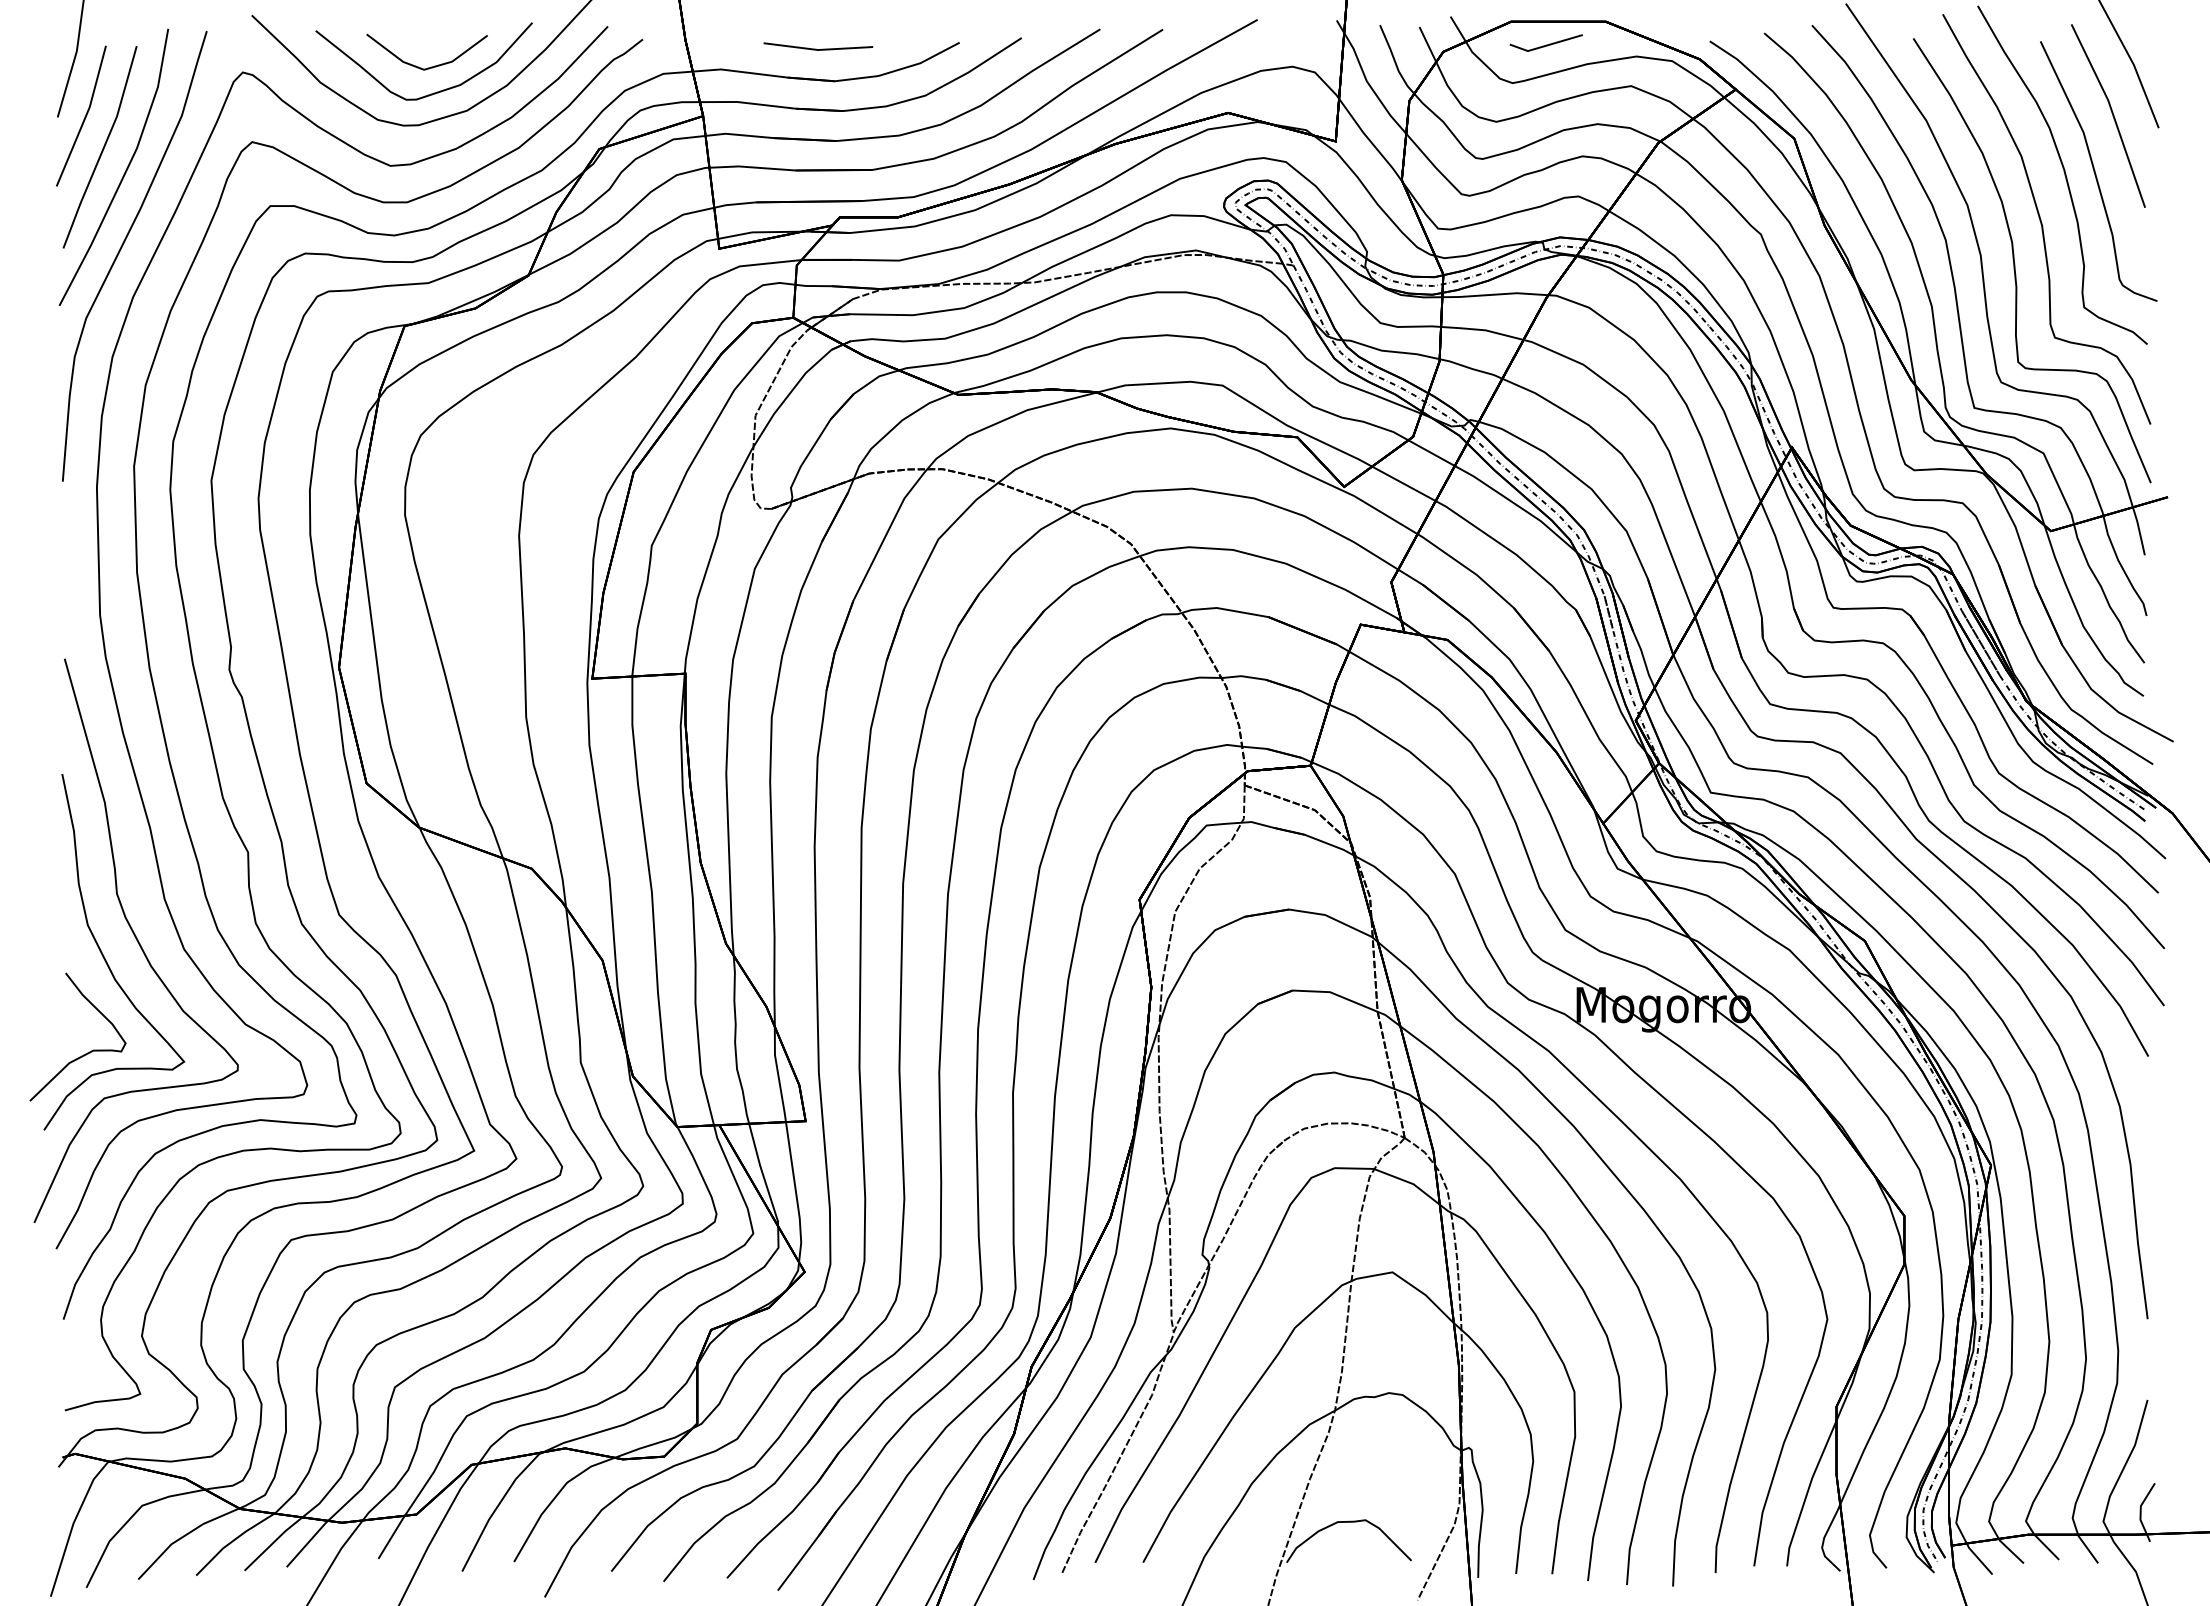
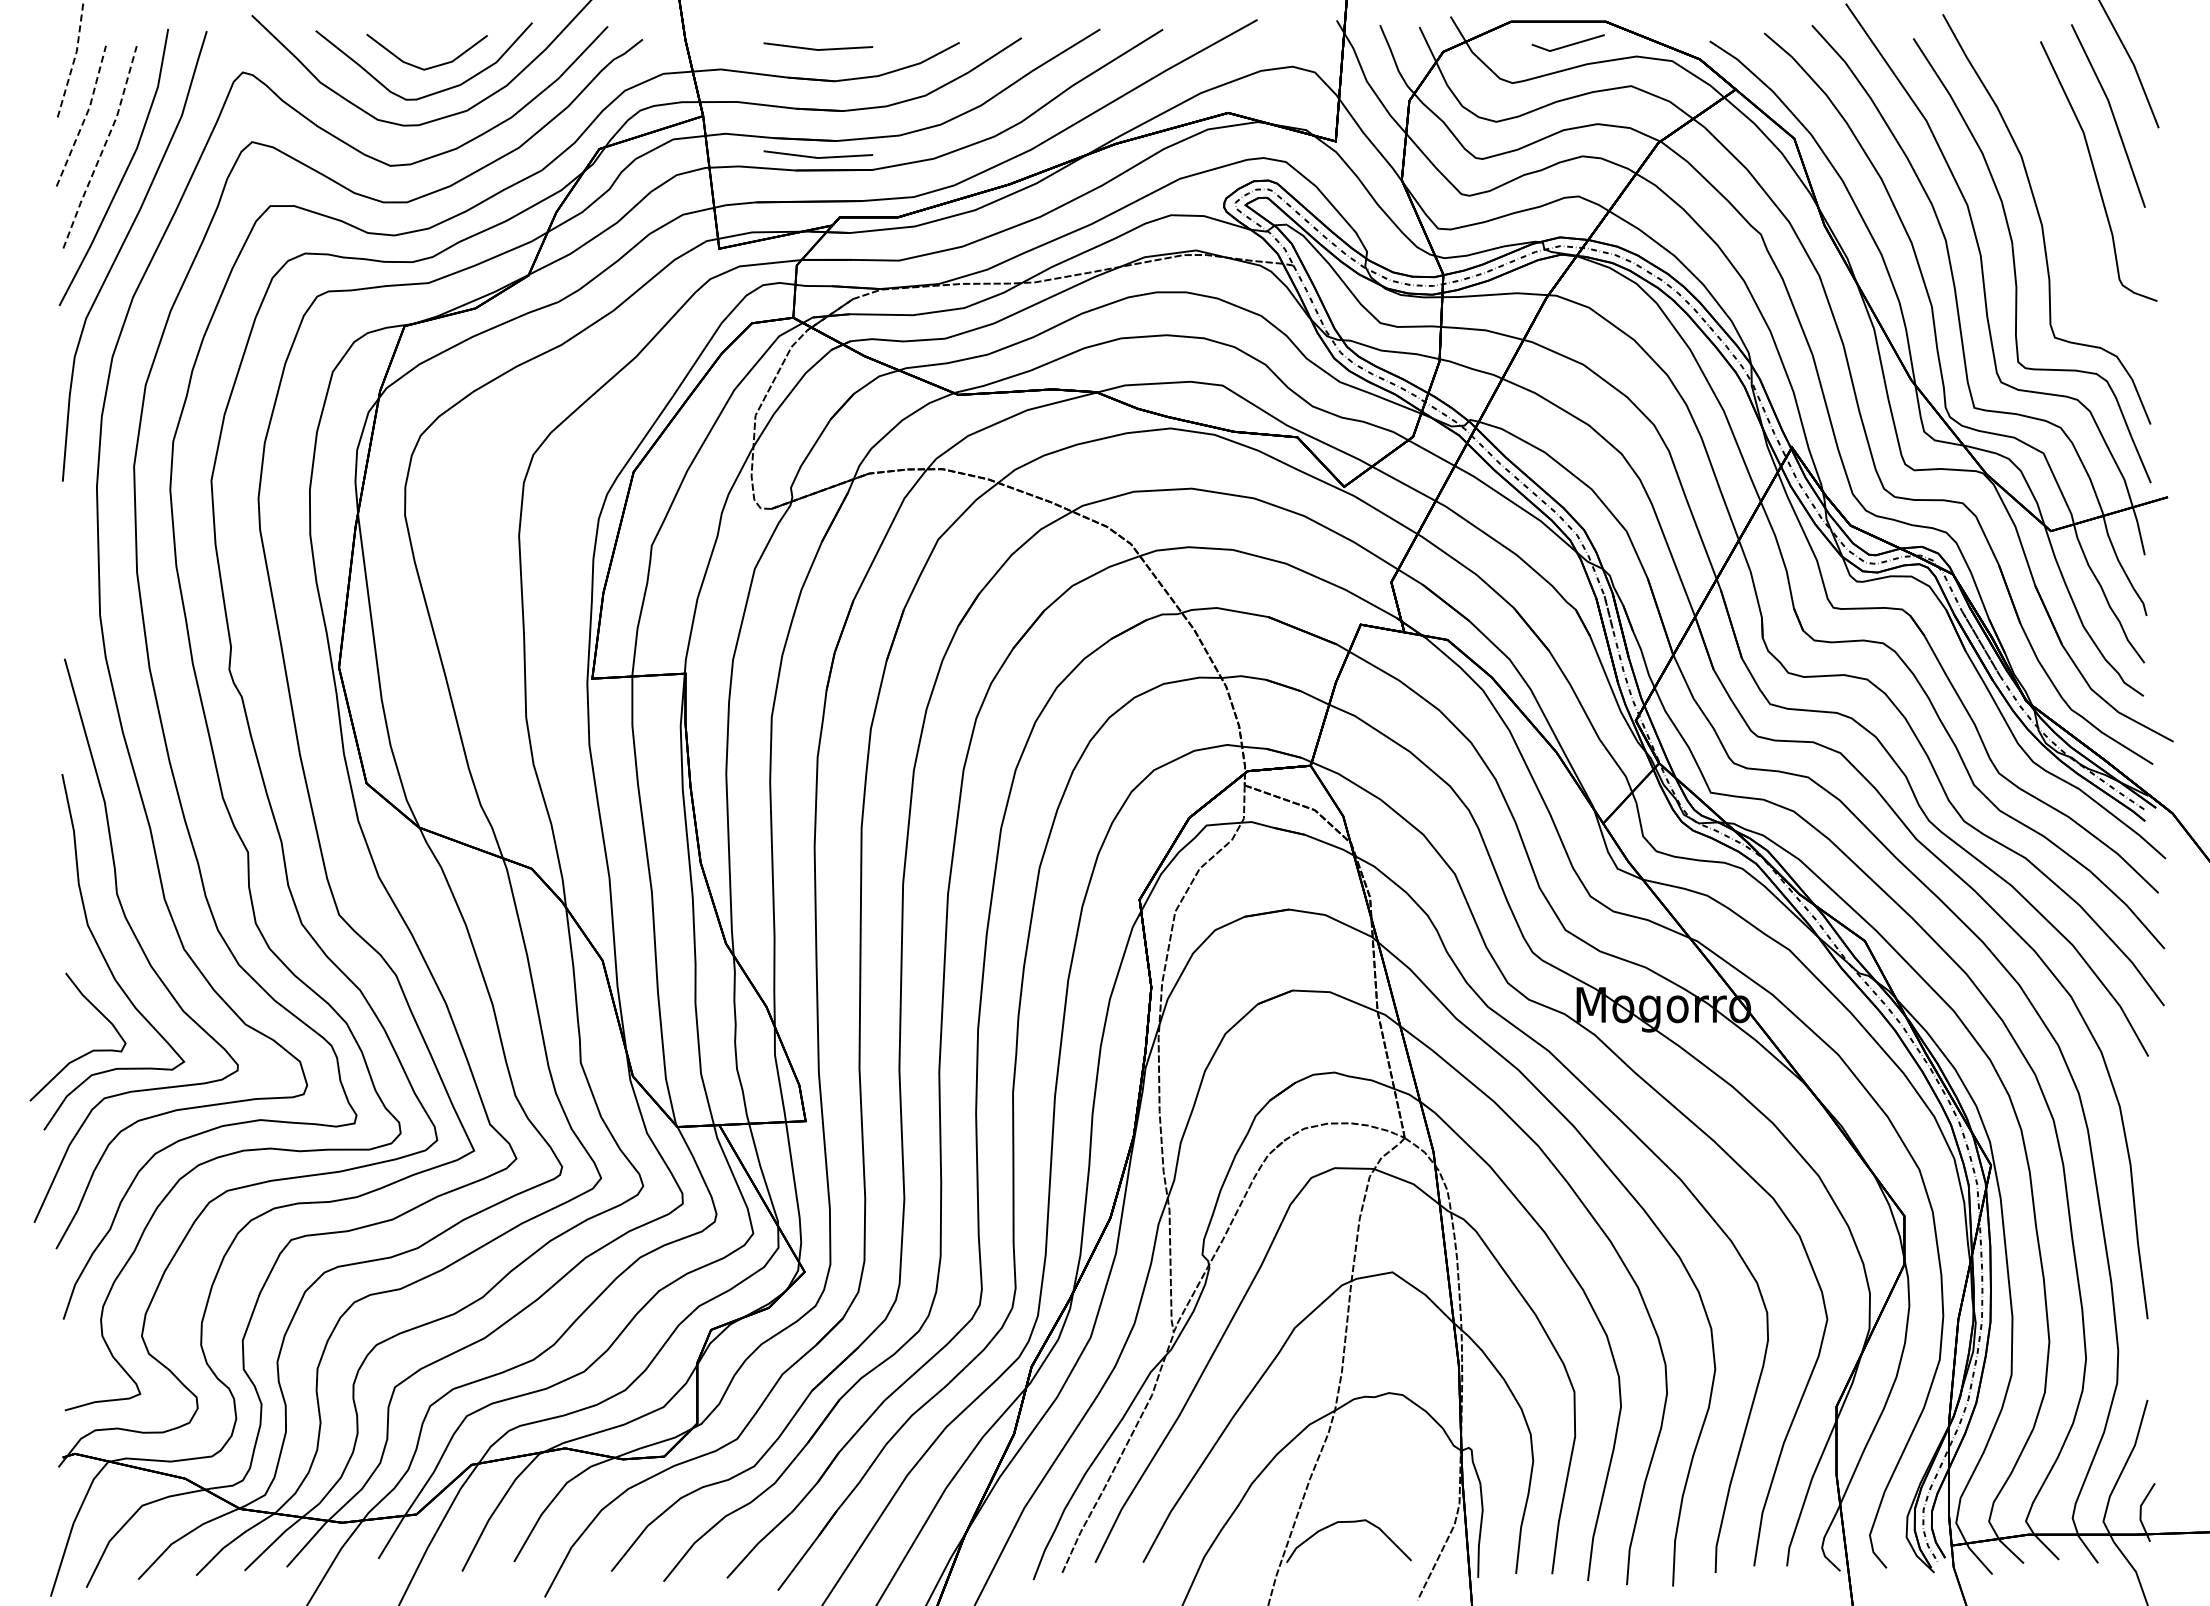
line at (1546, 44) position: (1546, 44) -> (1568, 44)
line at (74, 58): solid -> dashed
line at (85, 117): solid -> dashed
line at (103, 148): solid -> dashed
line at (816, 156): none -> present
curve at (2064, 174): present -> none
